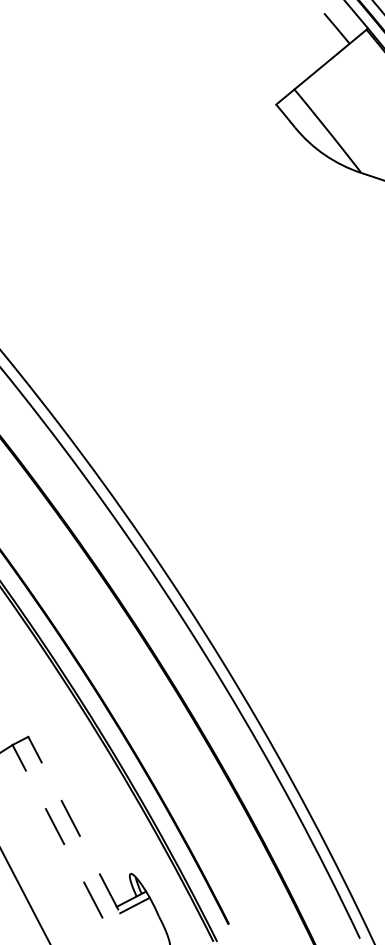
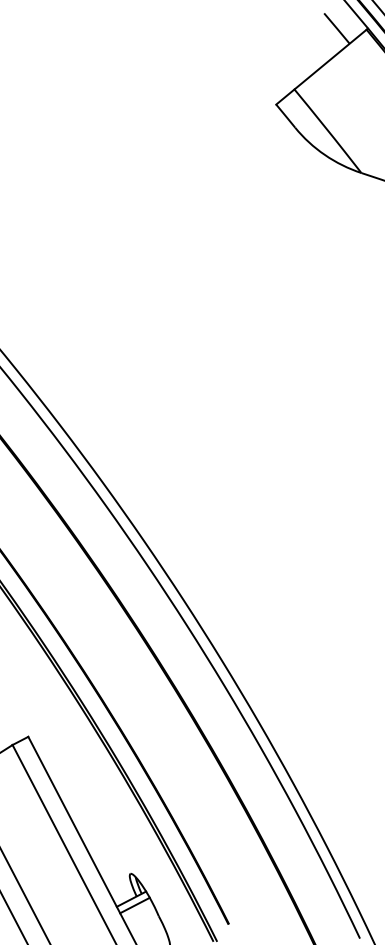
line at (82, 840): dashed -> solid
line at (64, 844): dashed -> solid
line at (14, 918): none -> present
